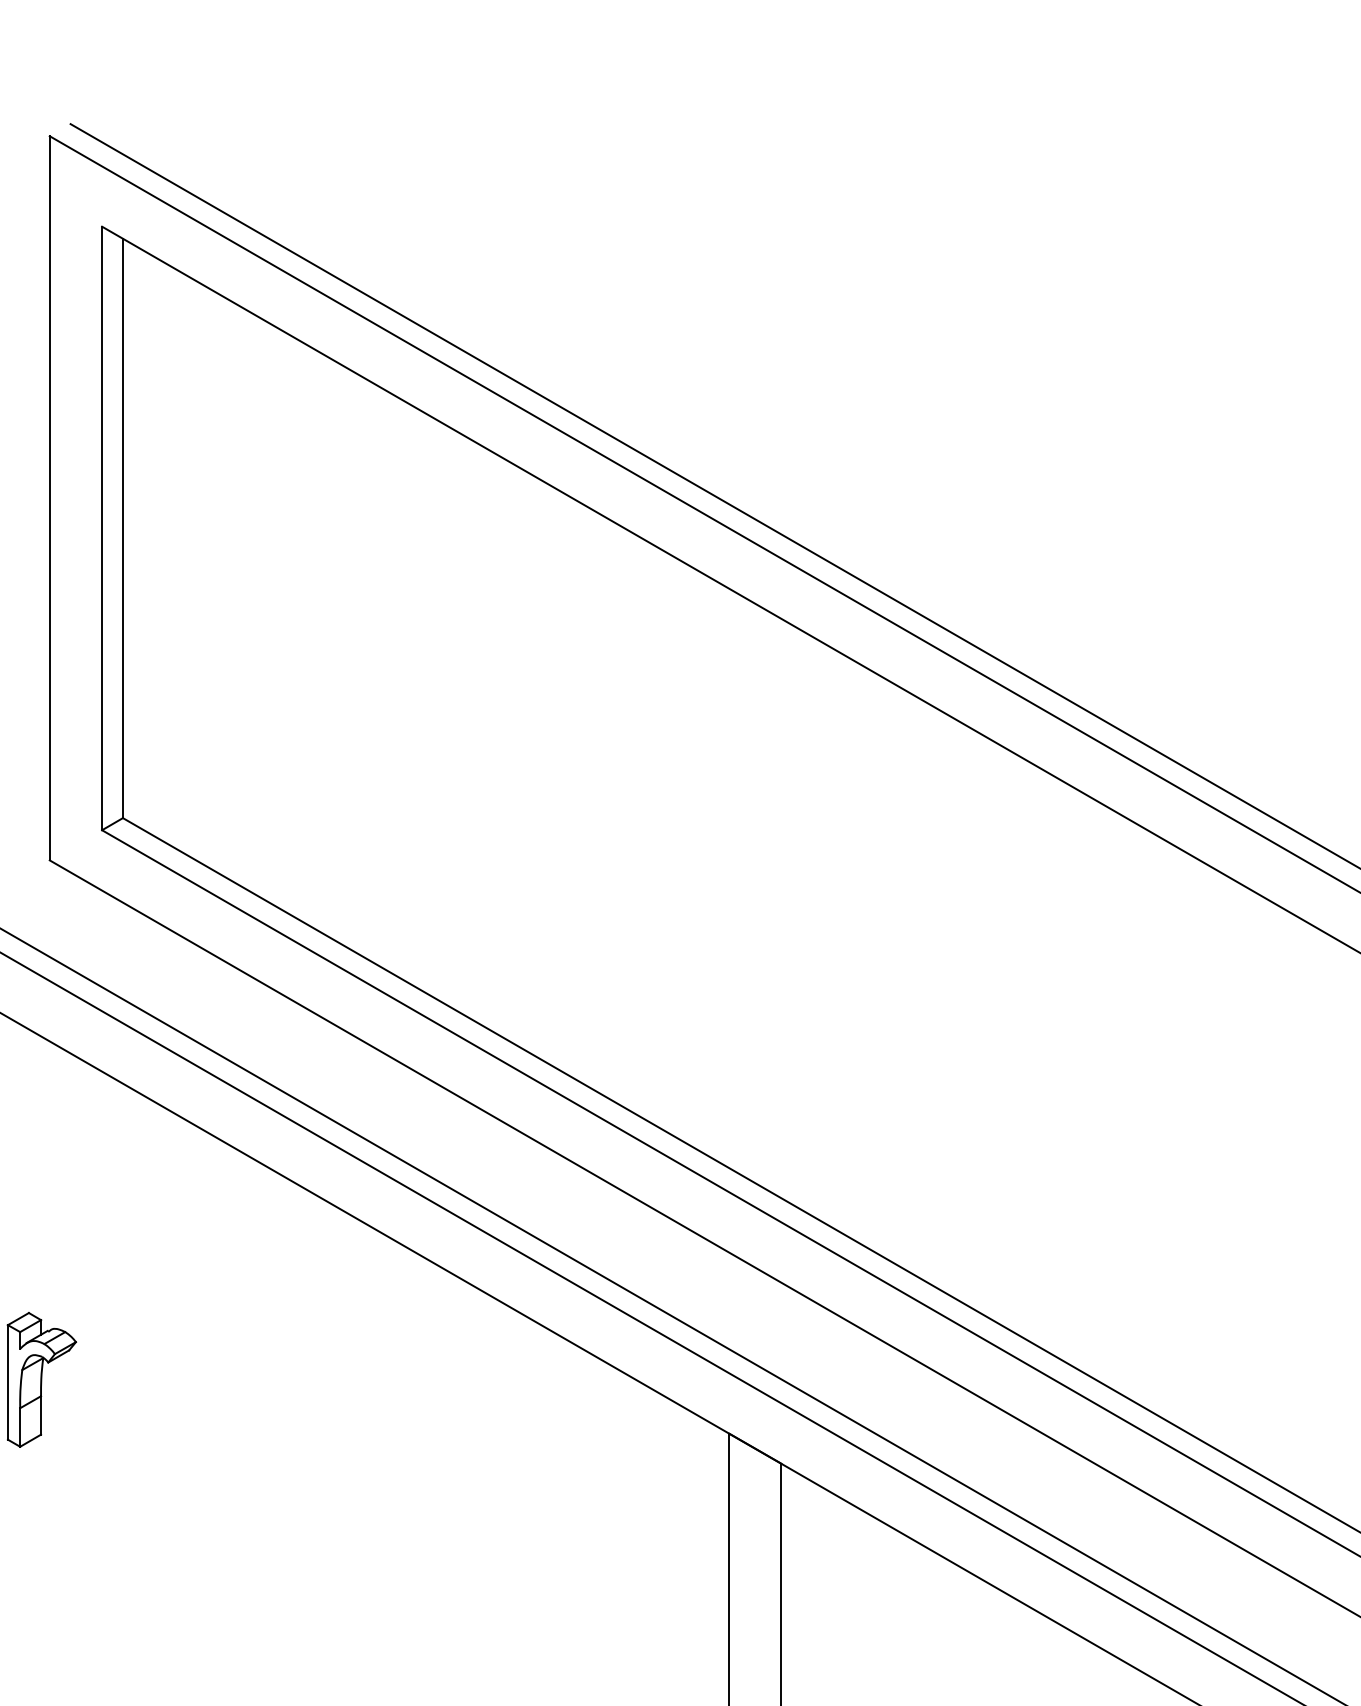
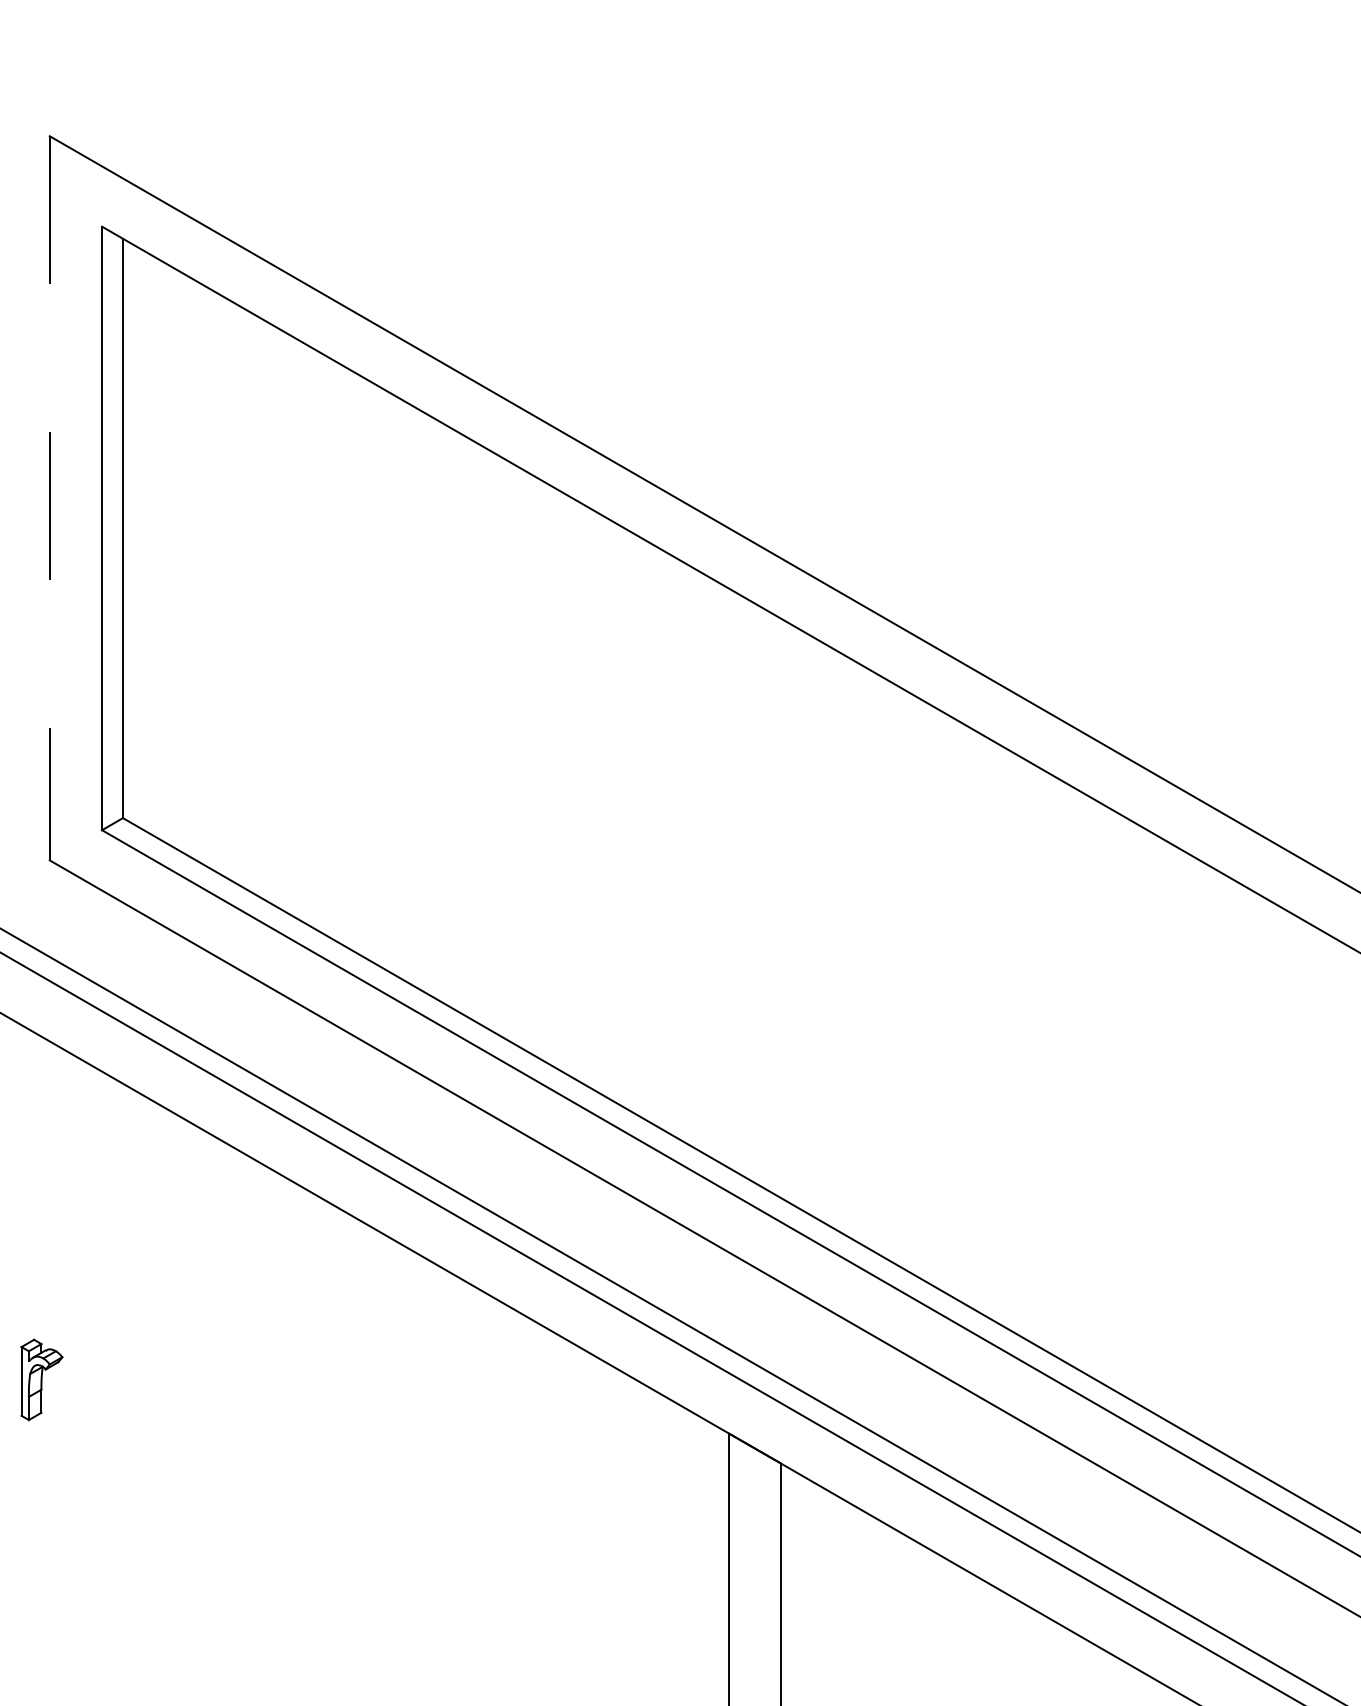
line at (713, 495): present -> none
line at (49, 498): solid -> dashed
part at (41, 1379) size: 72x136 px -> 44x84 px
